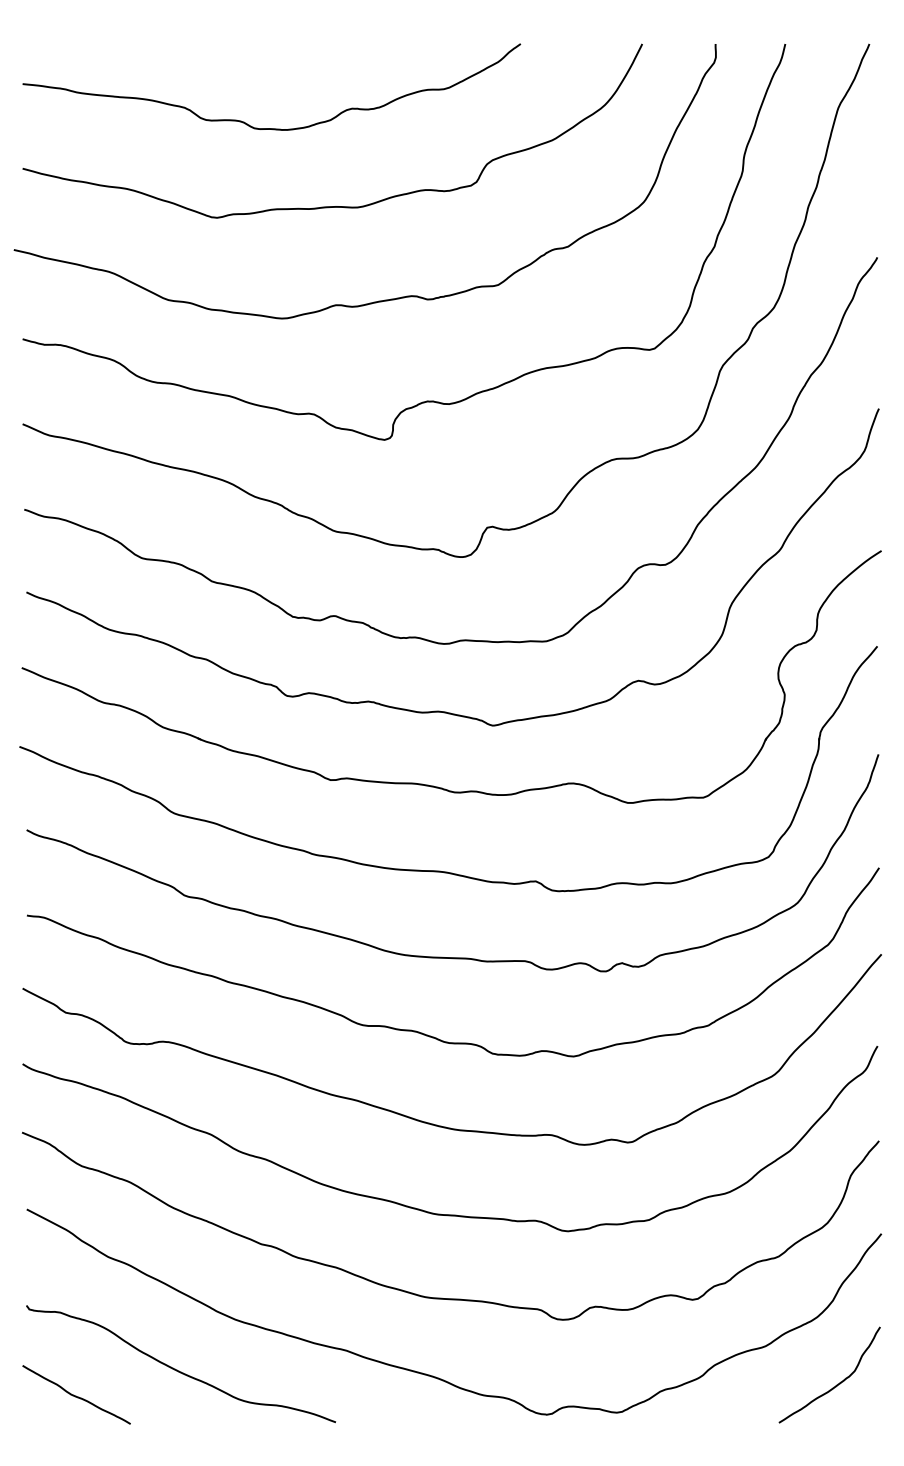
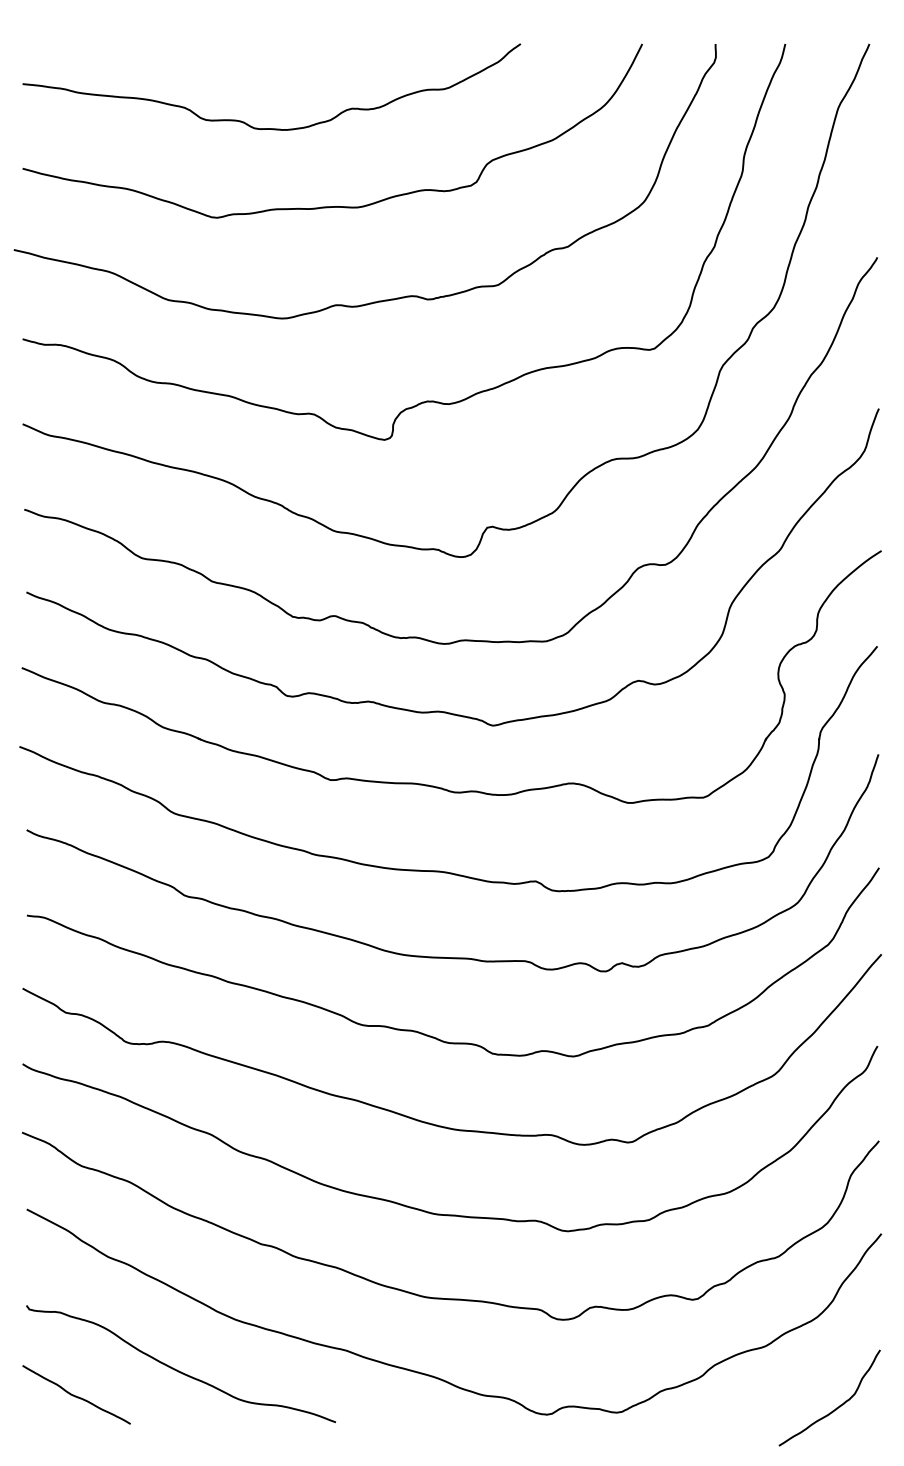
curve at (836, 1384) position: (836, 1384) -> (836, 1407)
